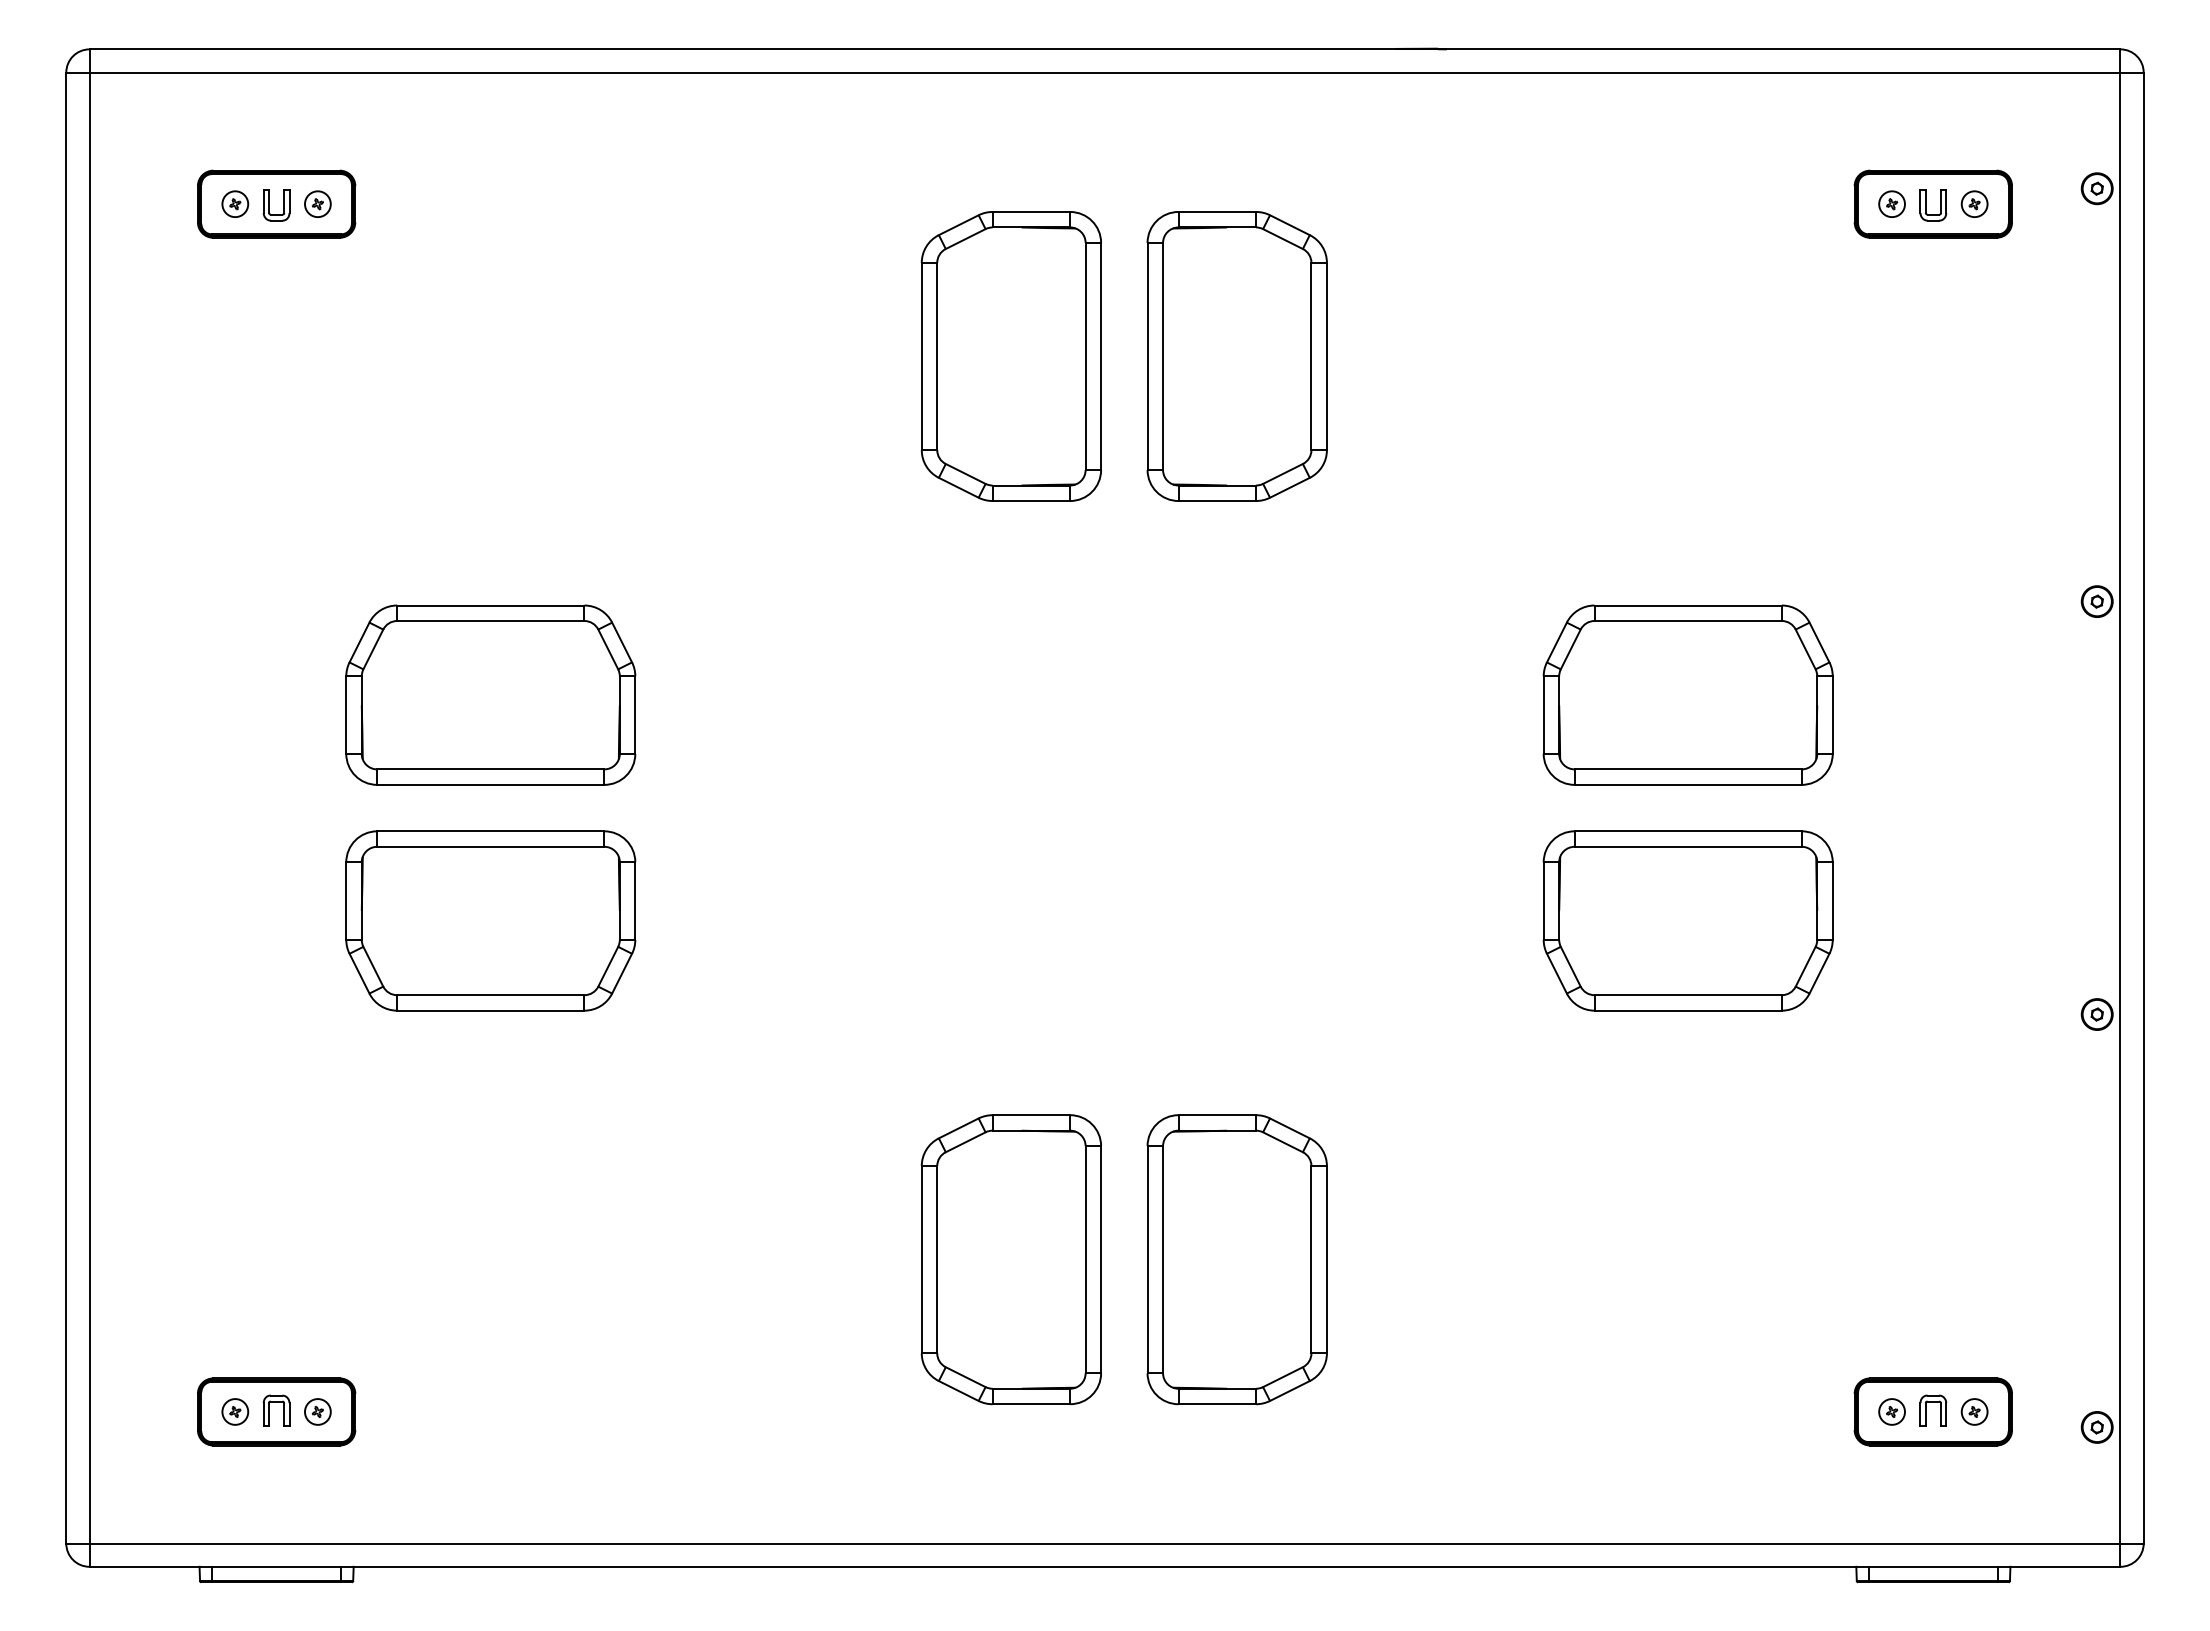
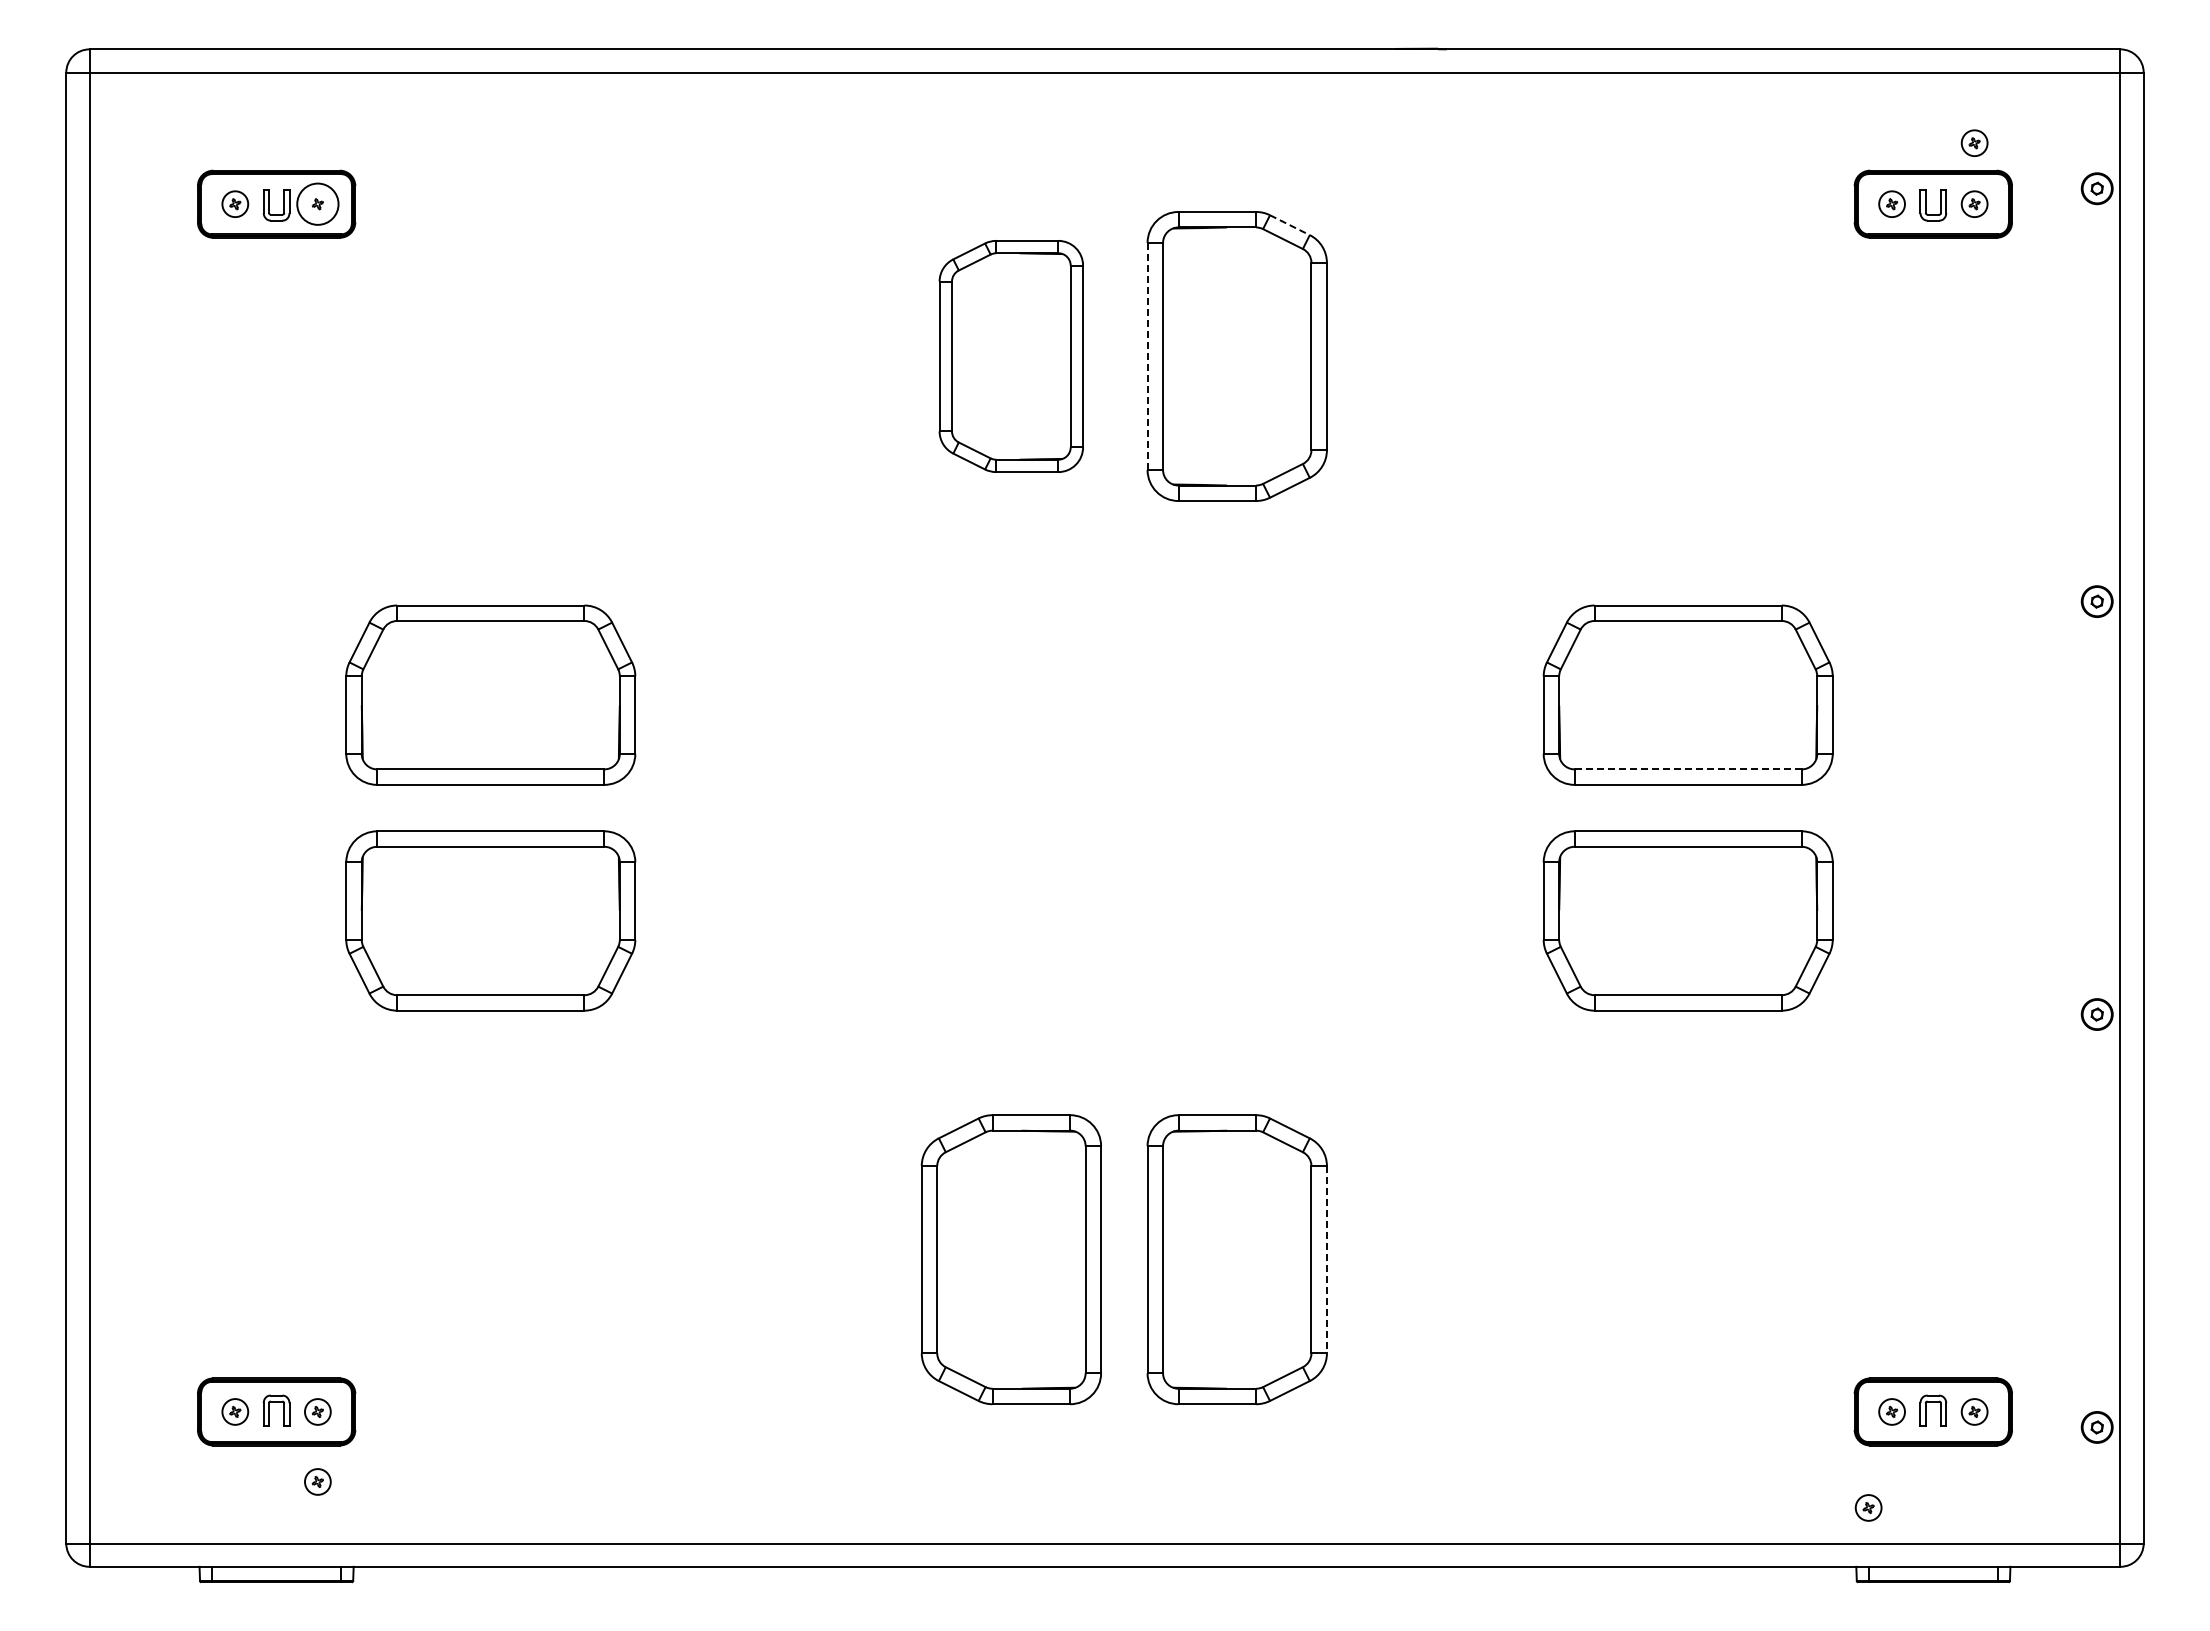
part at (1974, 142): none -> present
circle at (317, 204) diameter: 26 px -> 41 px
line at (1290, 225): solid -> dashed
part at (1010, 356) size: 182x291 px -> 146x233 px
line at (1147, 356): solid -> dashed
line at (1688, 769): solid -> dashed
line at (1326, 1259): solid -> dashed
part at (317, 1481): none -> present
part at (1868, 1507): none -> present
